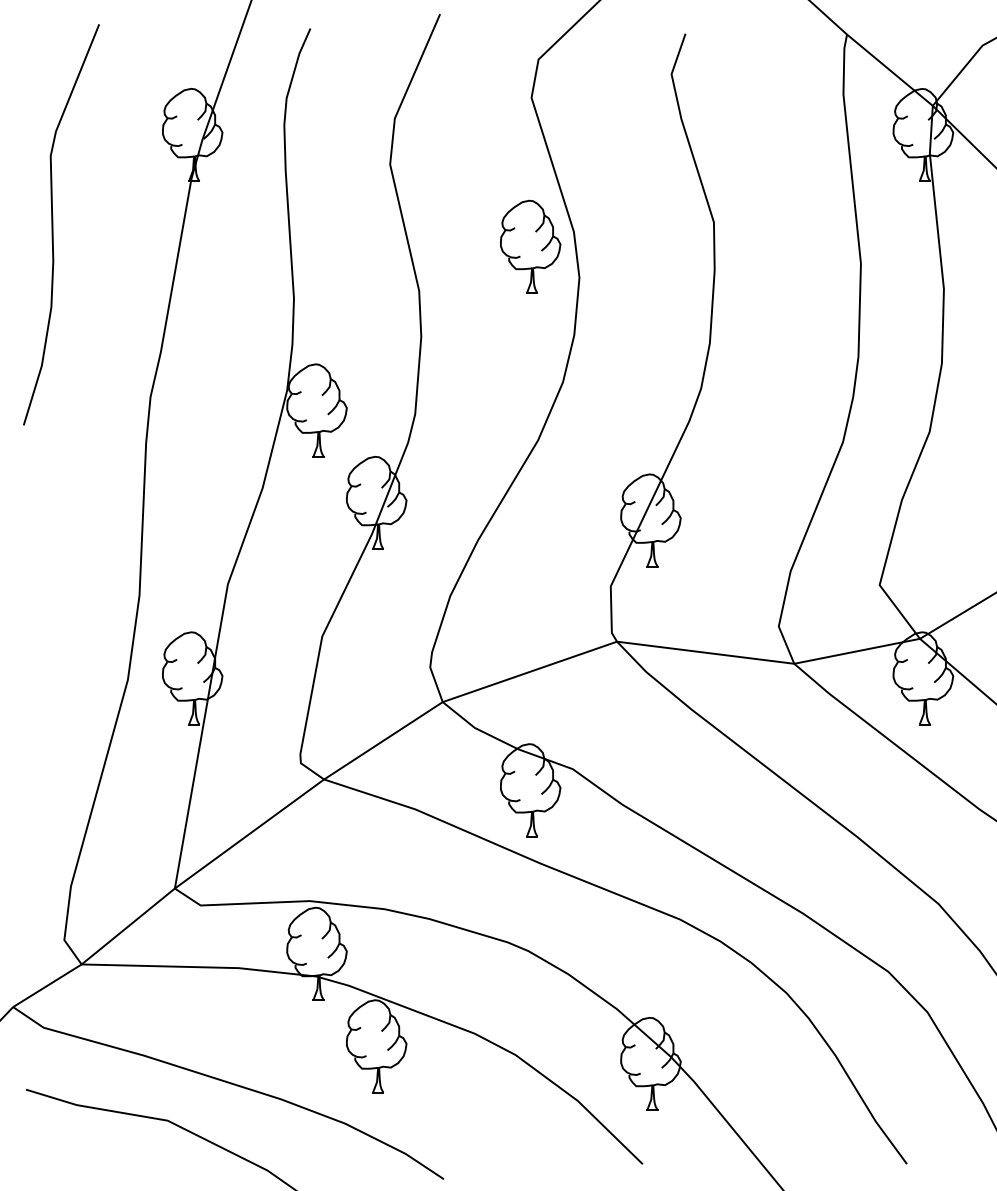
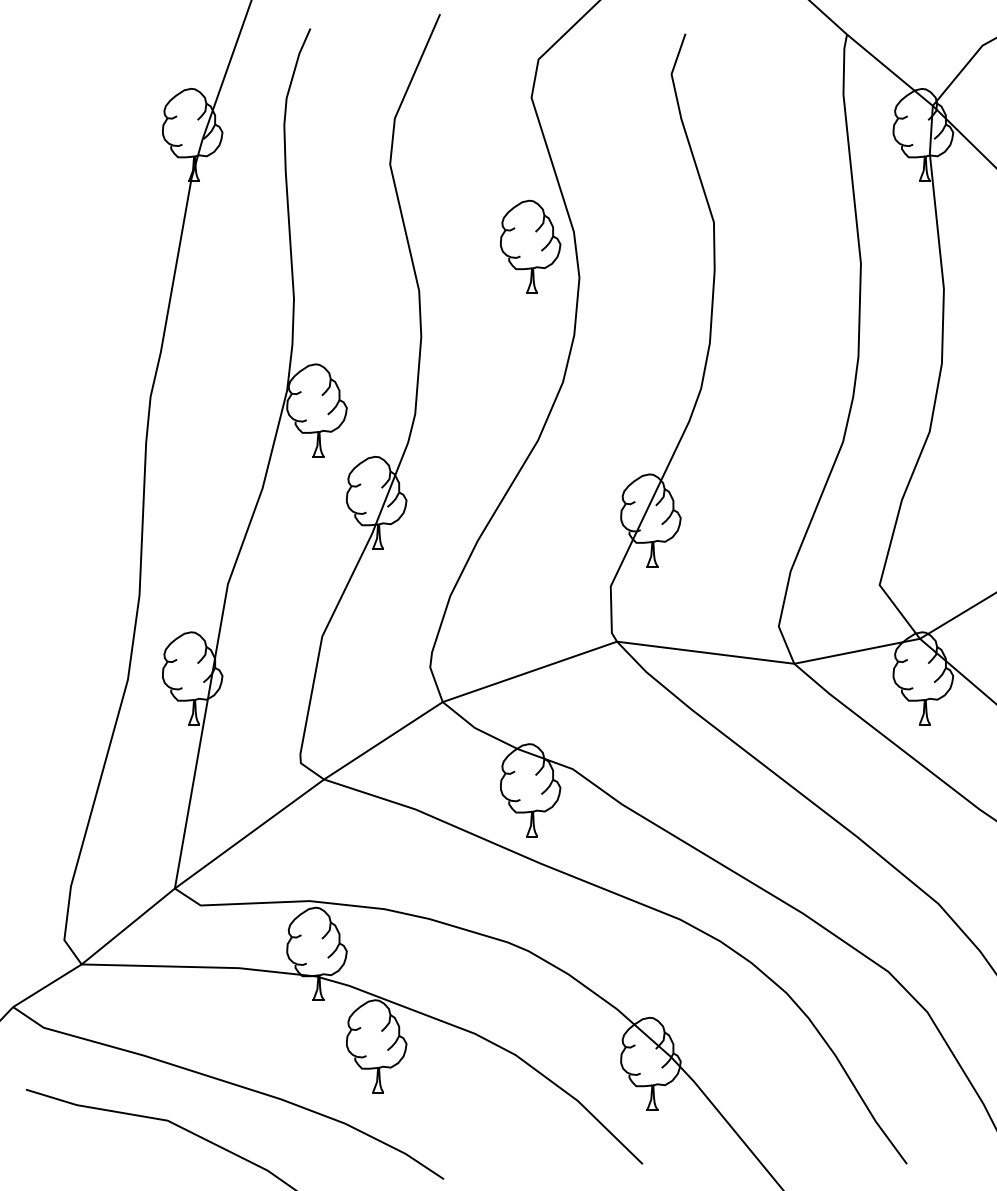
curve at (53, 224): present -> none
